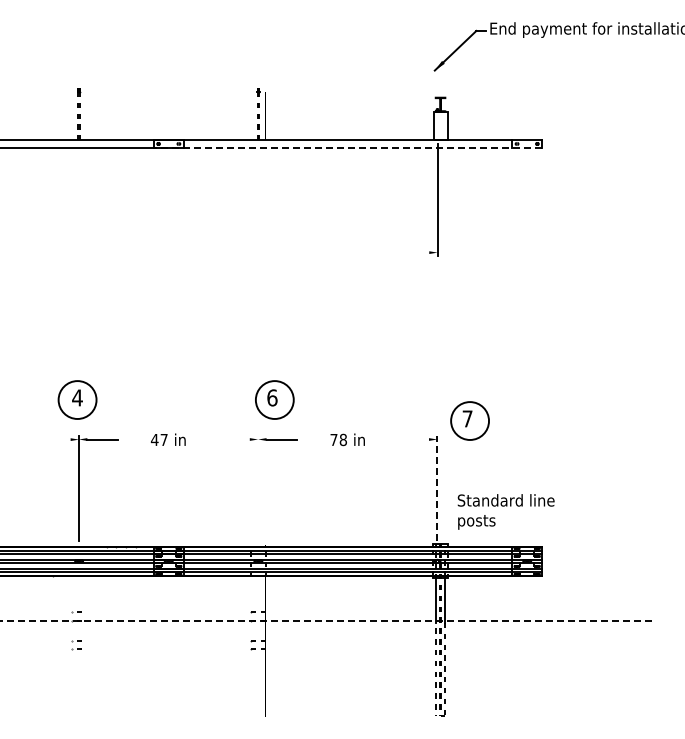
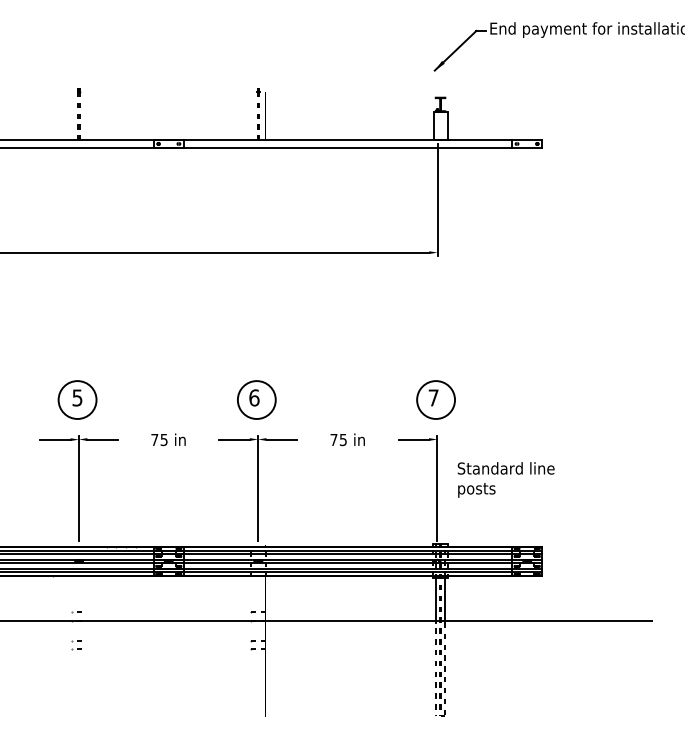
line at (347, 147): dashed -> solid
line at (215, 252): none -> present
text at (77, 397): 4 -> 5
part at (274, 399) position: (274, 399) -> (256, 399)
part at (469, 420) position: (469, 420) -> (435, 399)
line at (55, 439): none -> present
line at (234, 439): none -> present
text at (342, 439): 78 -> 75
line at (413, 439): none -> present
text at (158, 440): 47 -> 75
line at (258, 488): none -> present
line at (437, 488): dashed -> solid
text at (505, 511) position: (505, 511) -> (505, 479)
line at (326, 621): dashed -> solid
